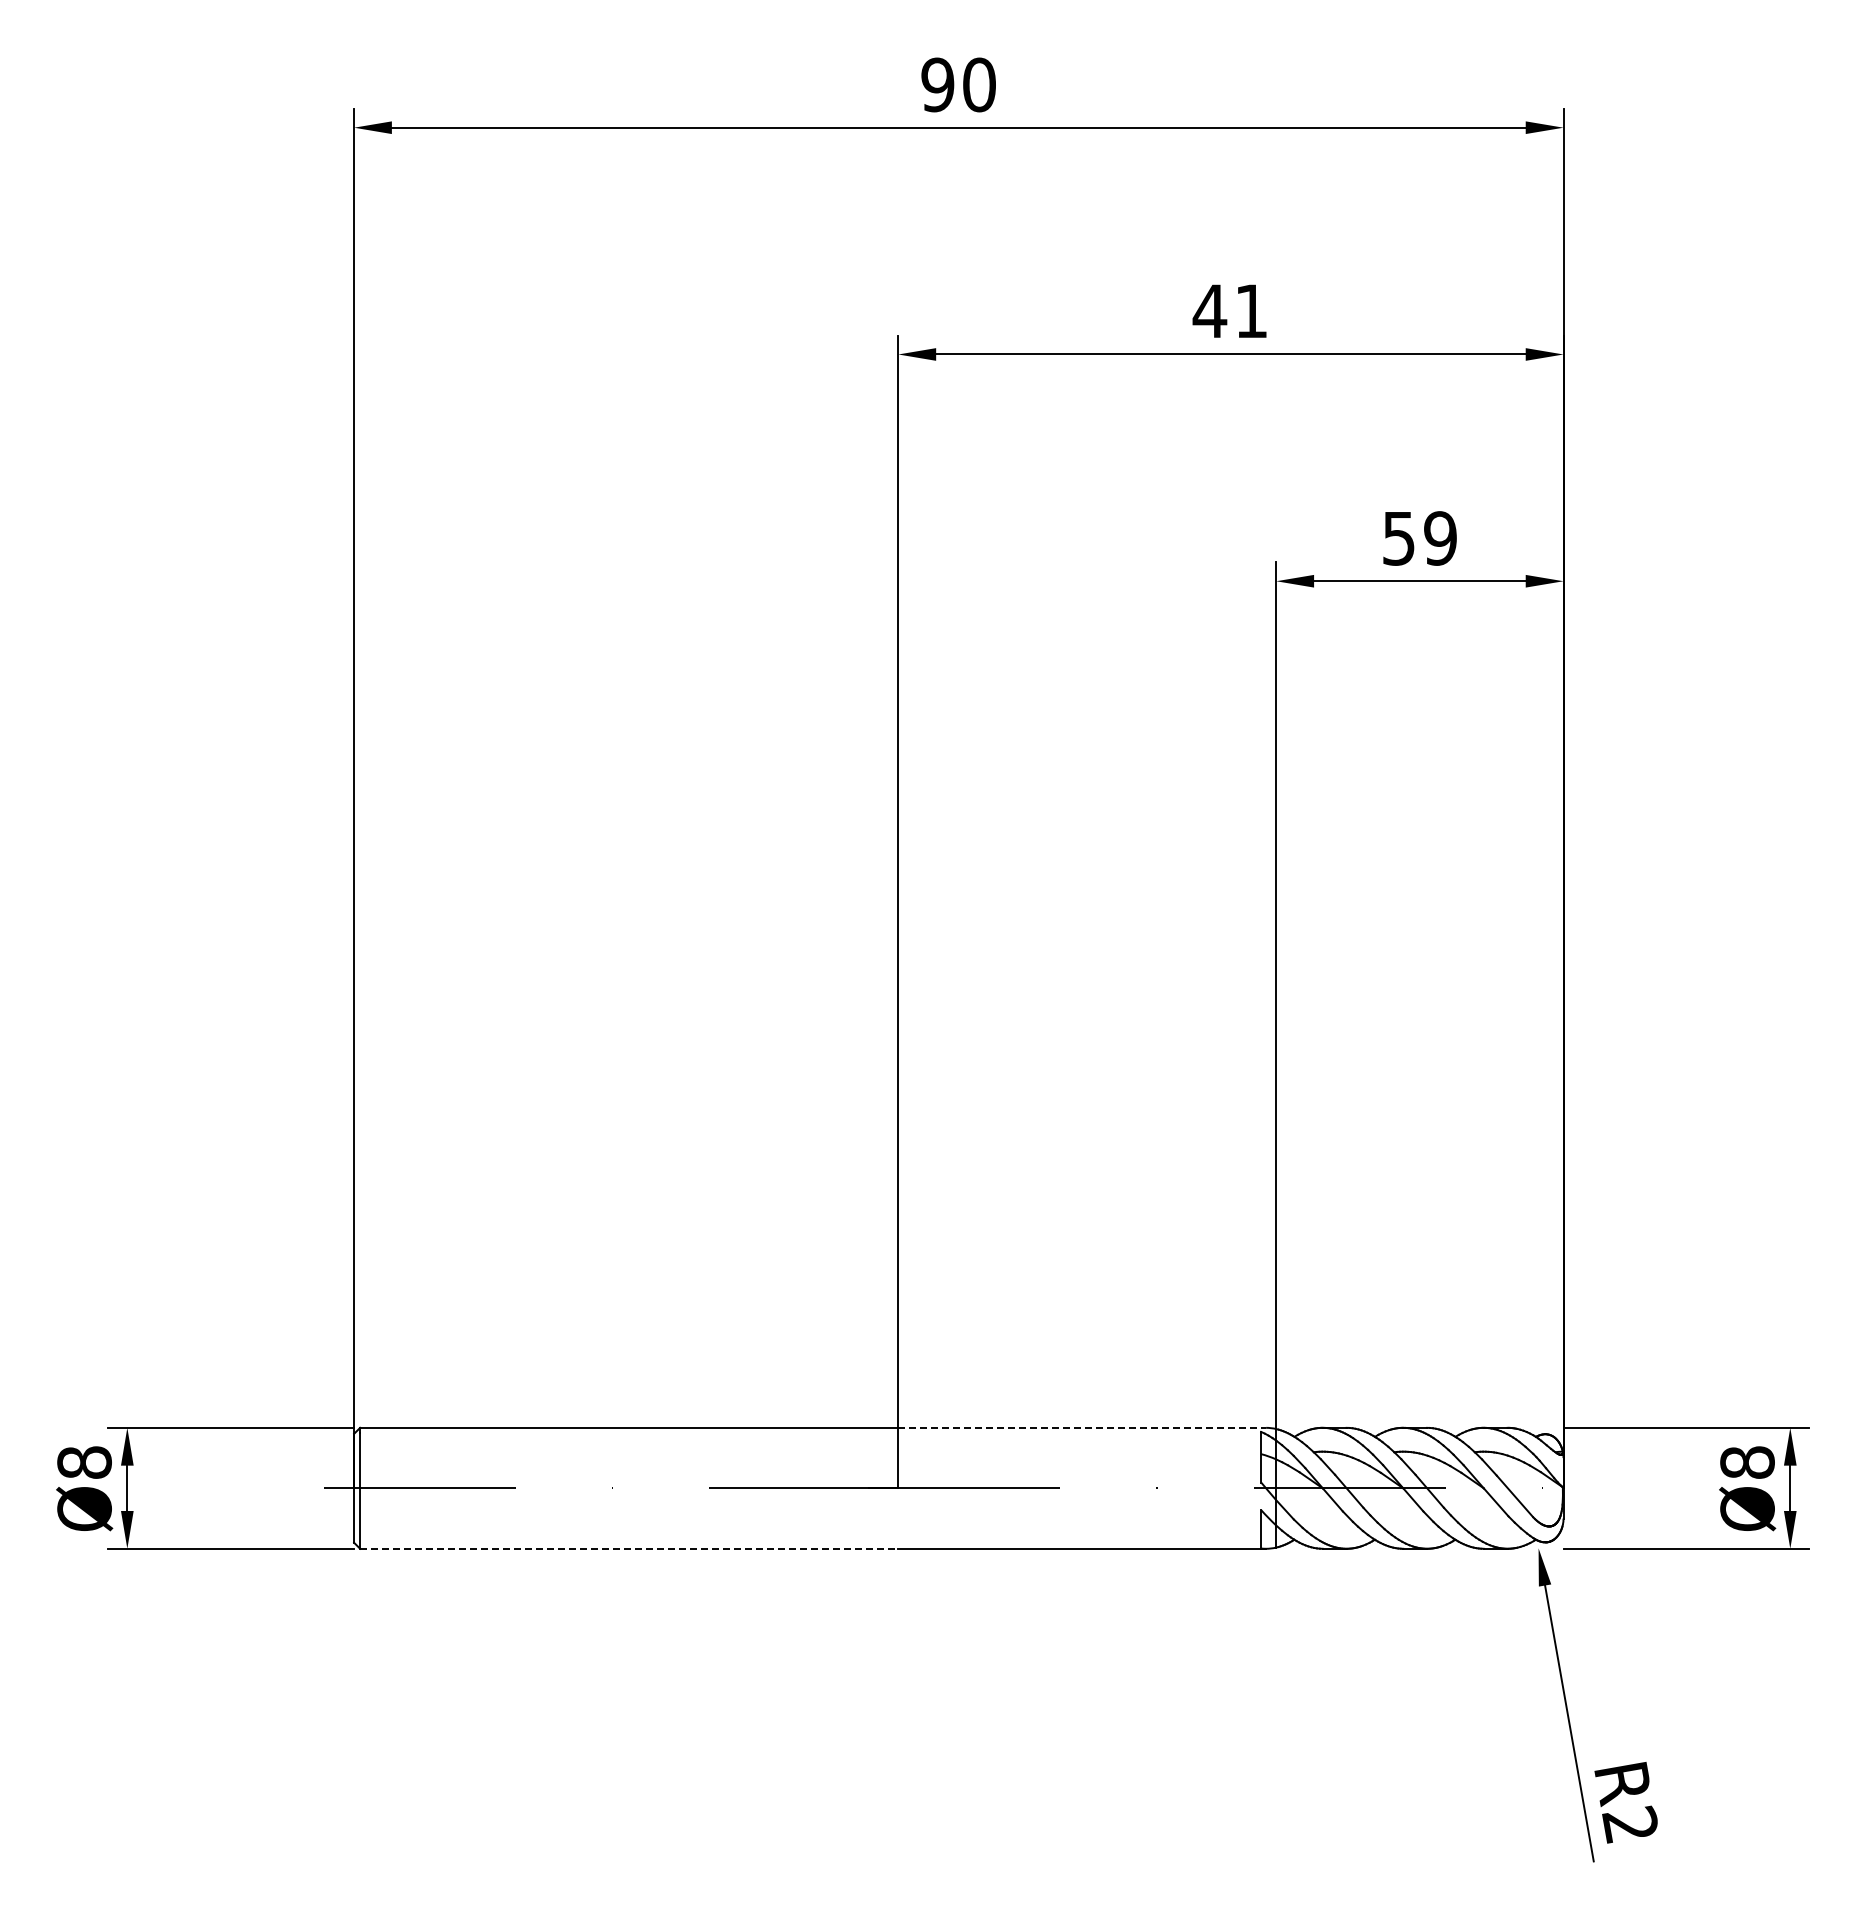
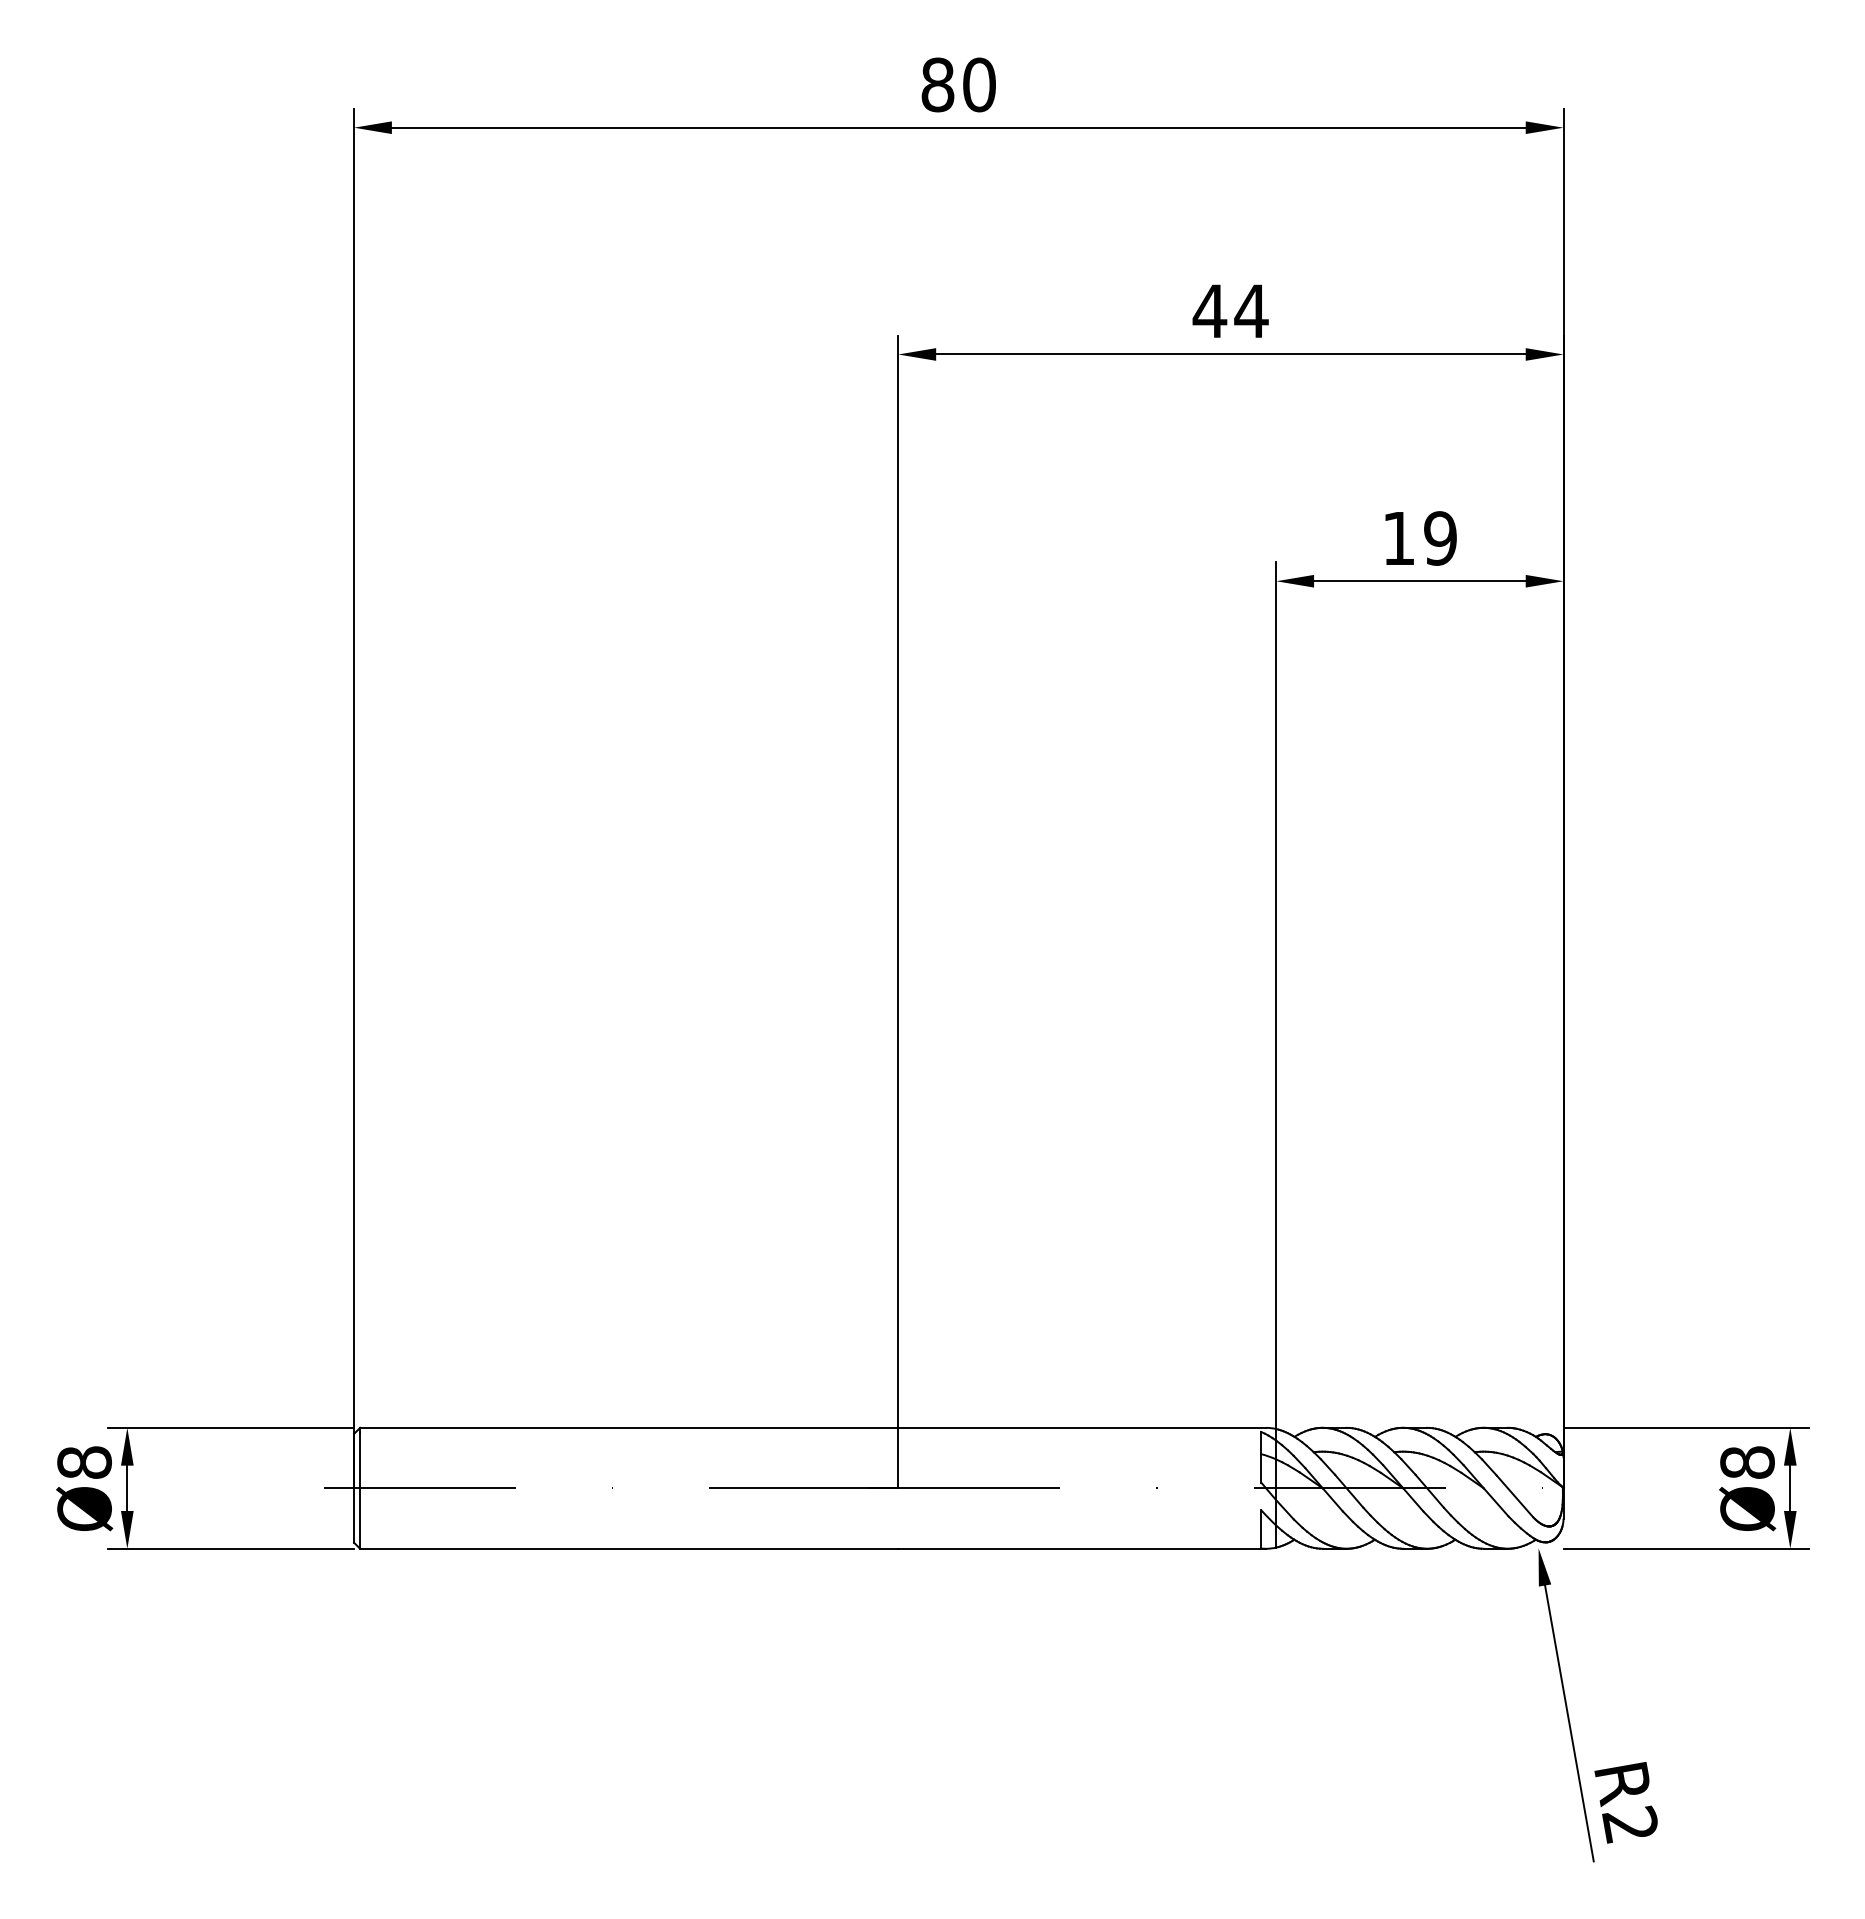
text at (937, 84): 90 -> 80
text at (1251, 310): 41 -> 44
text at (1398, 538): 59 -> 19
line at (1082, 1427): dashed -> solid
line at (629, 1548): dashed -> solid
